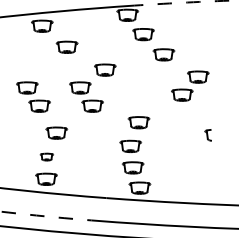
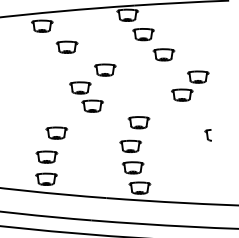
arc at (181, 2): dashed -> solid
part at (33, 96): present -> none
part at (46, 156) size: 15x10 px -> 24x14 px
arc at (45, 216): dashed -> solid
